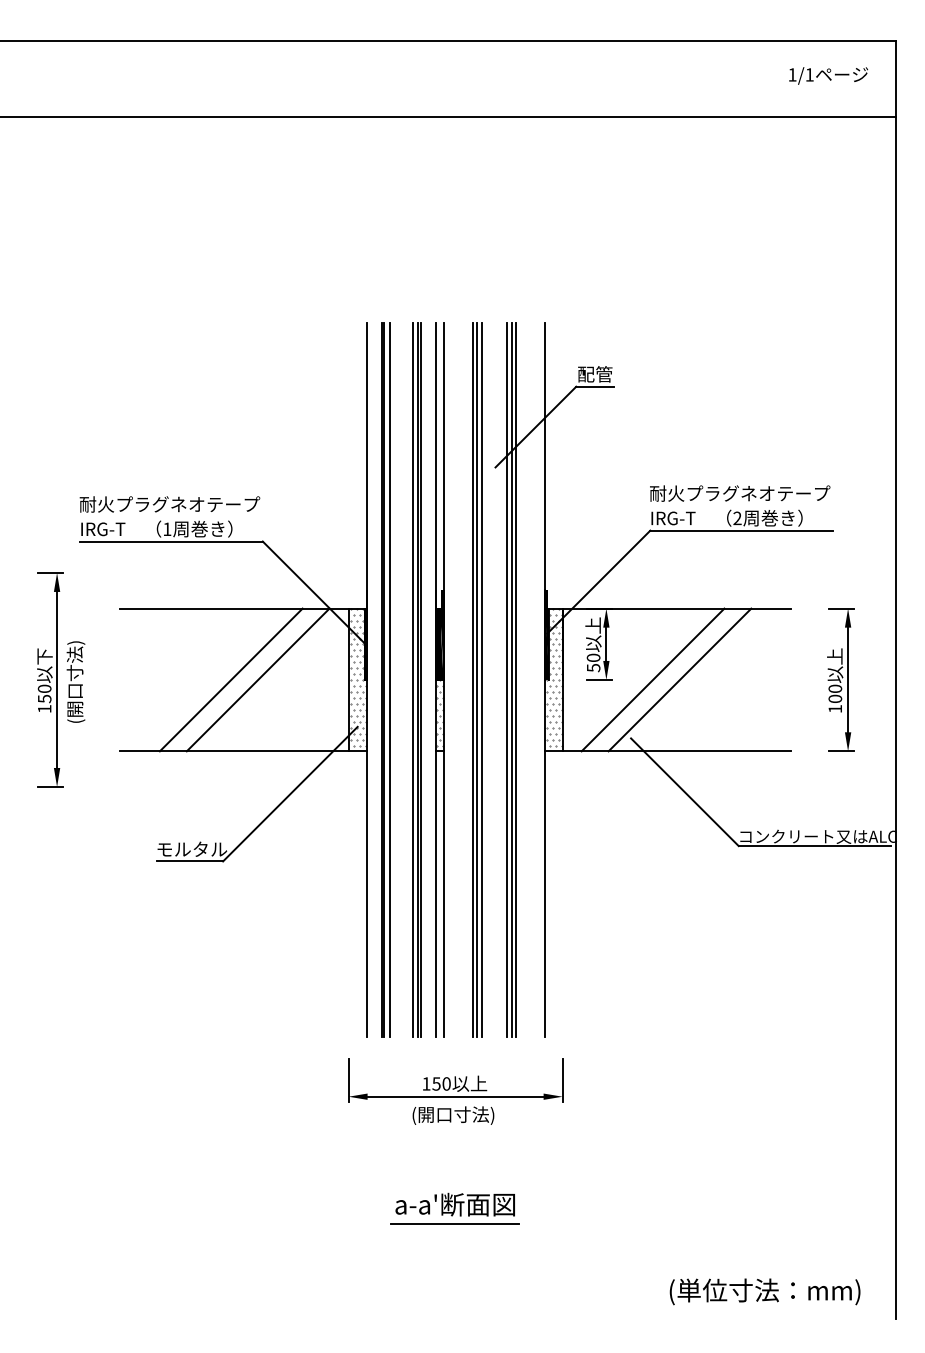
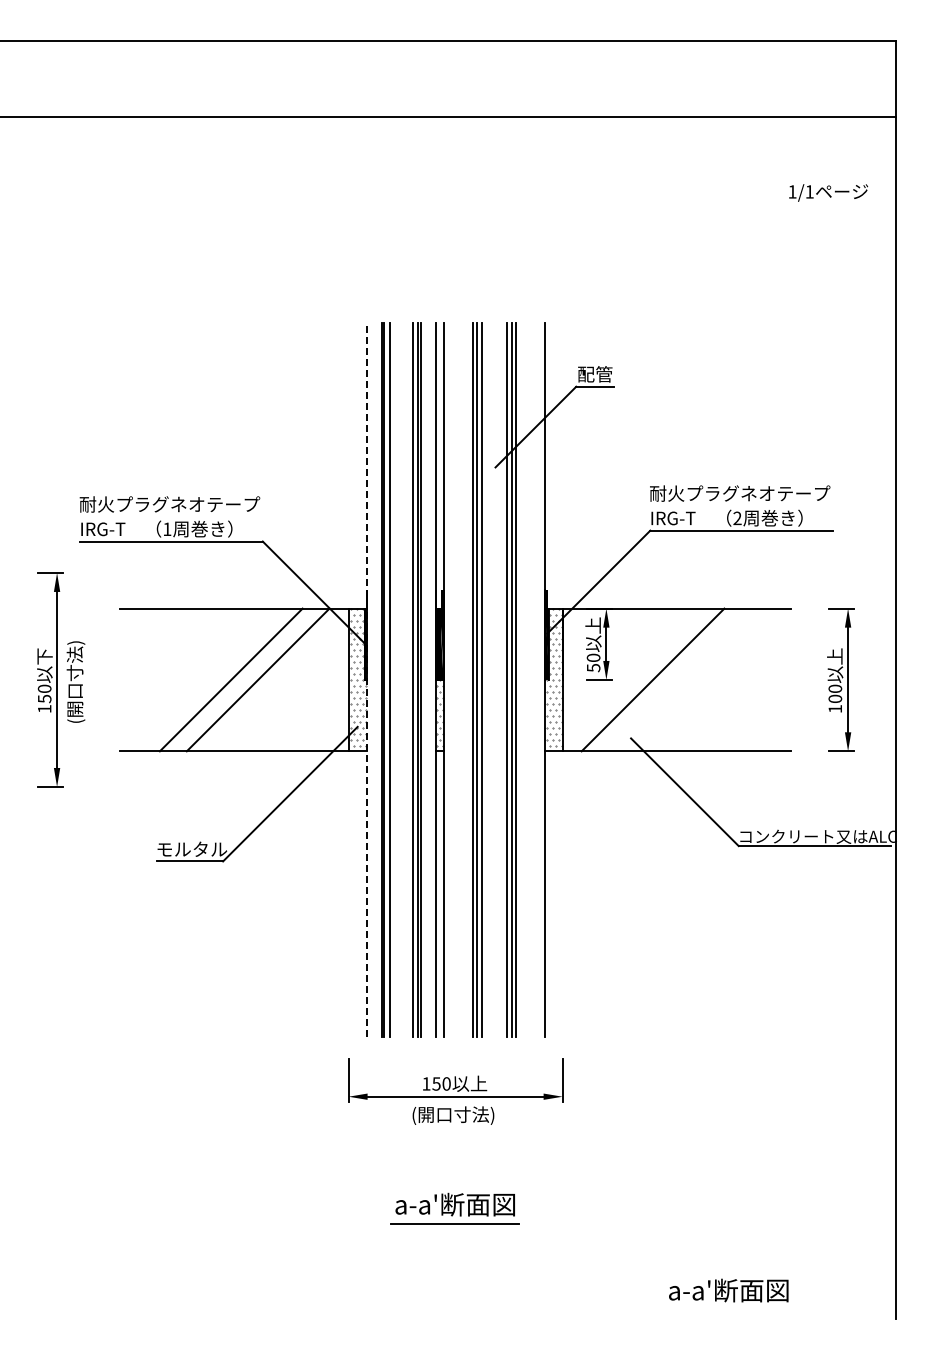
text at (828, 75) position: (828, 75) -> (828, 192)
line at (366, 679): solid -> dashed
line at (679, 679): present -> none
text at (764, 1291): (単位寸法：mm) -> a-a'断面図
